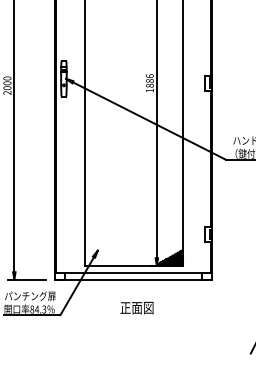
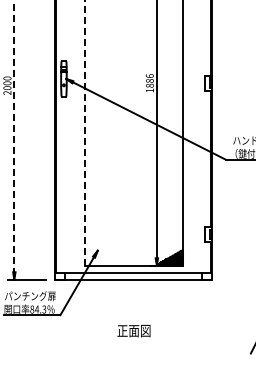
line at (84, 132): solid -> dashed
line at (14, 136): solid -> dashed
text at (136, 307) position: (136, 307) -> (133, 330)
